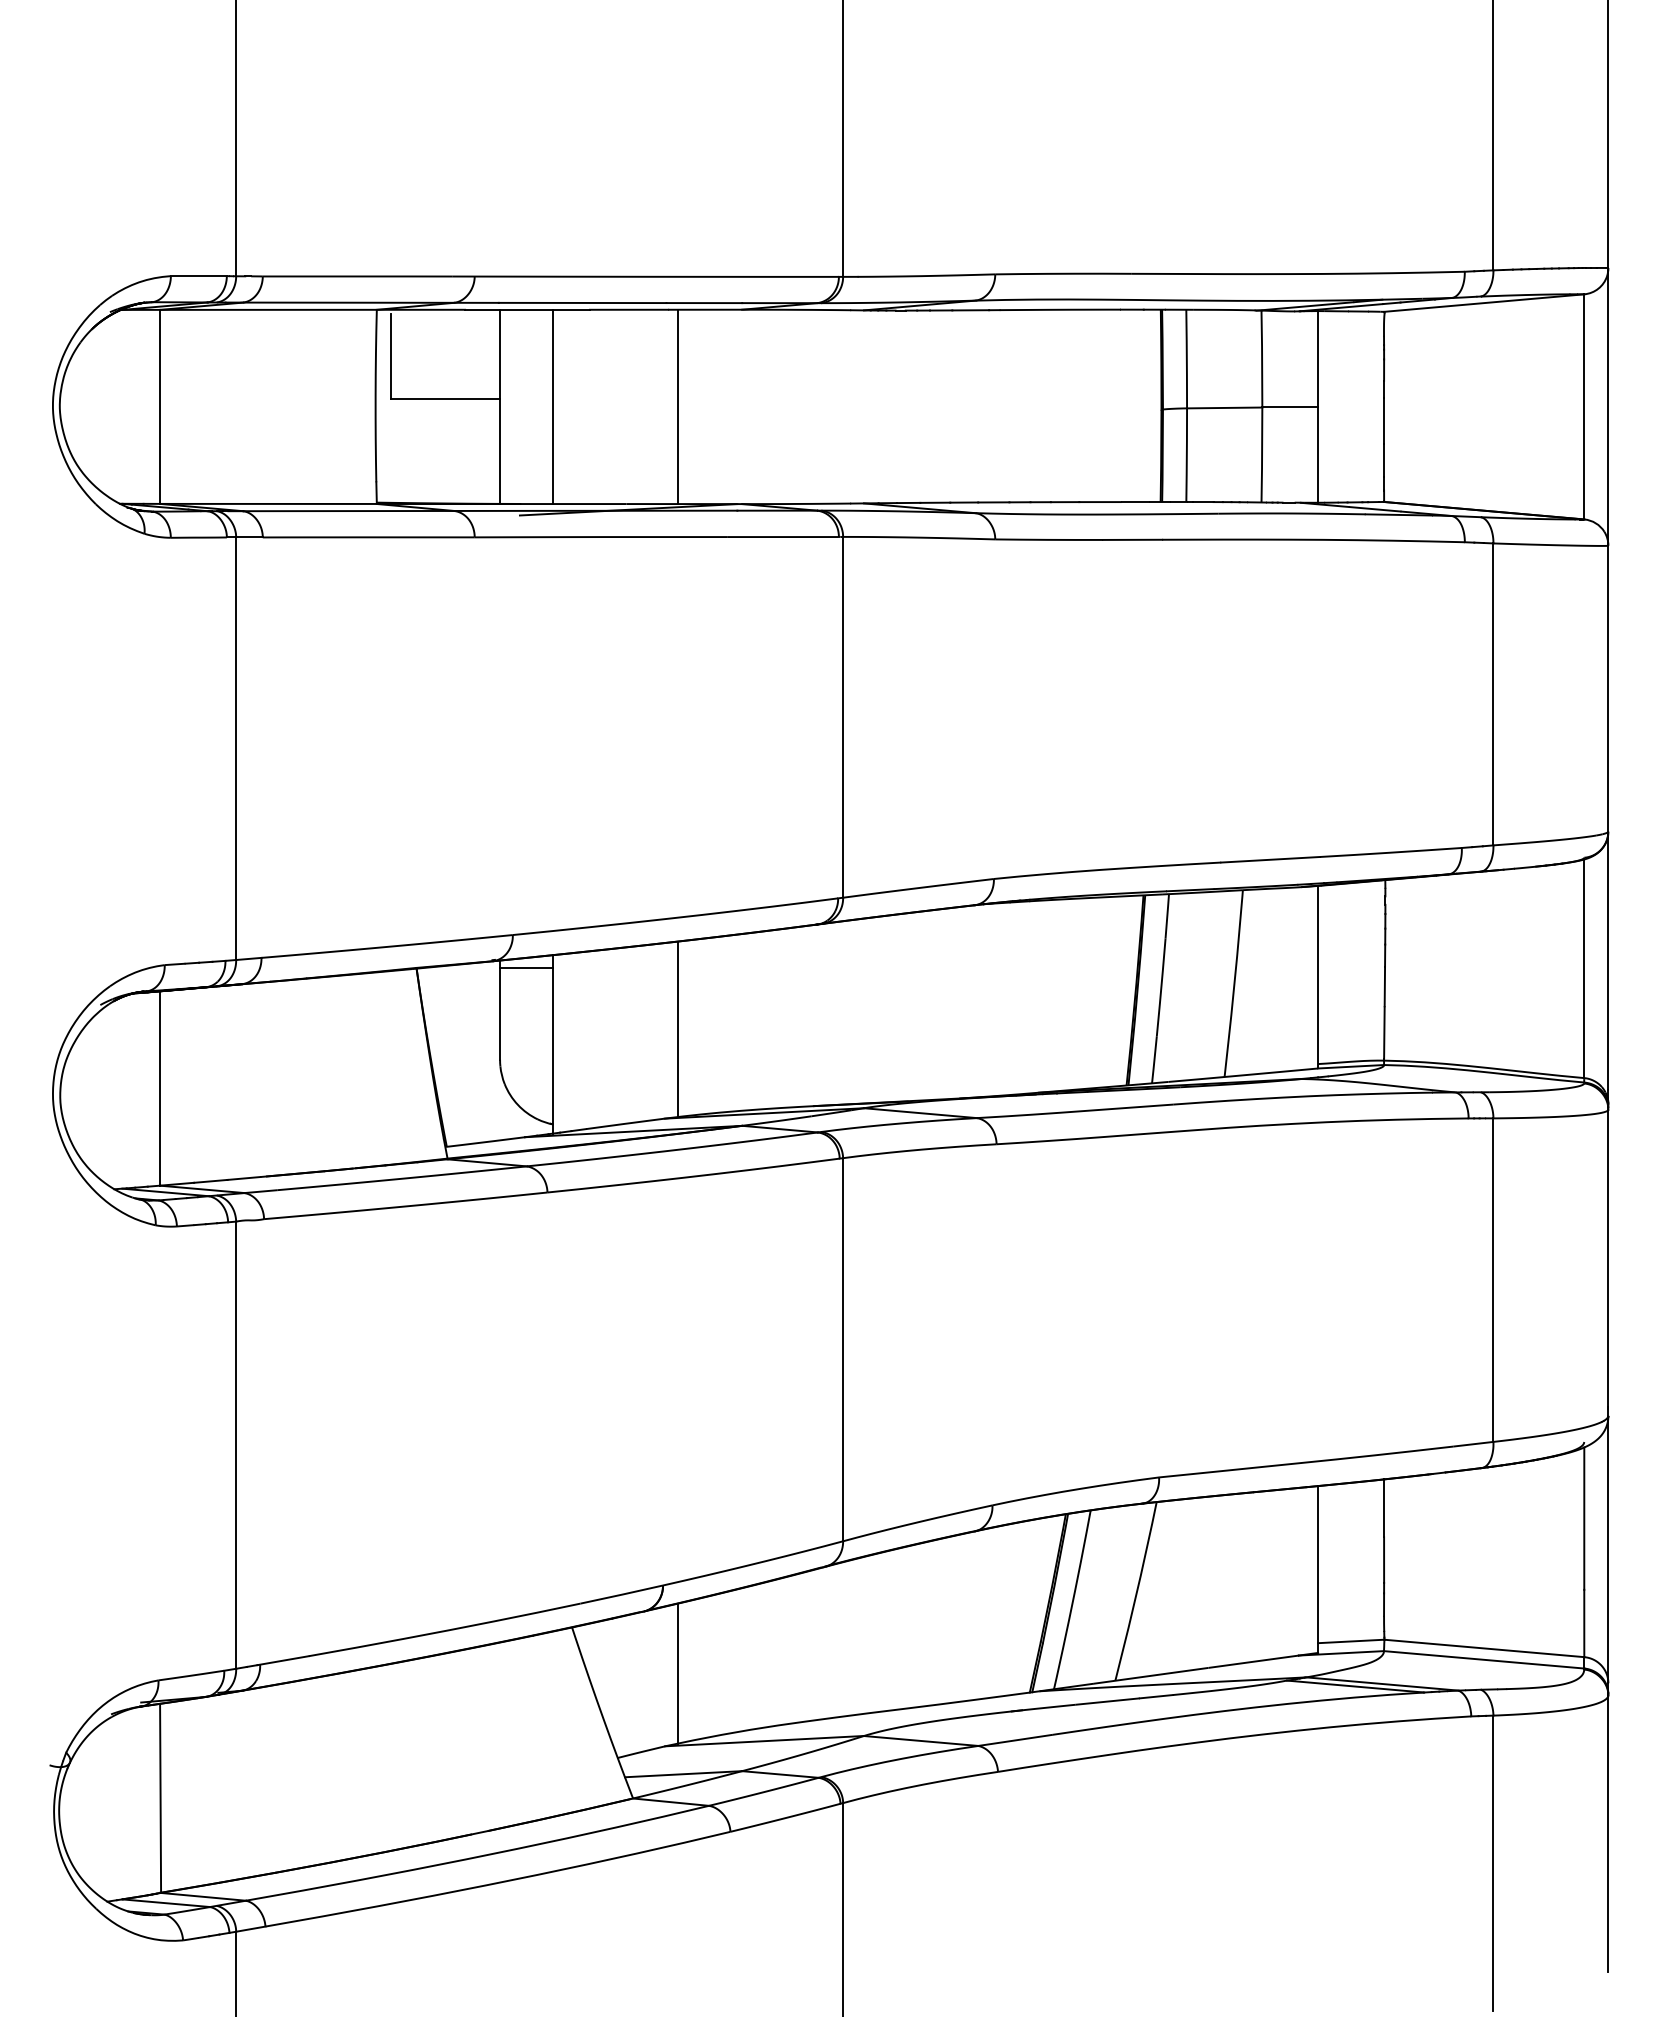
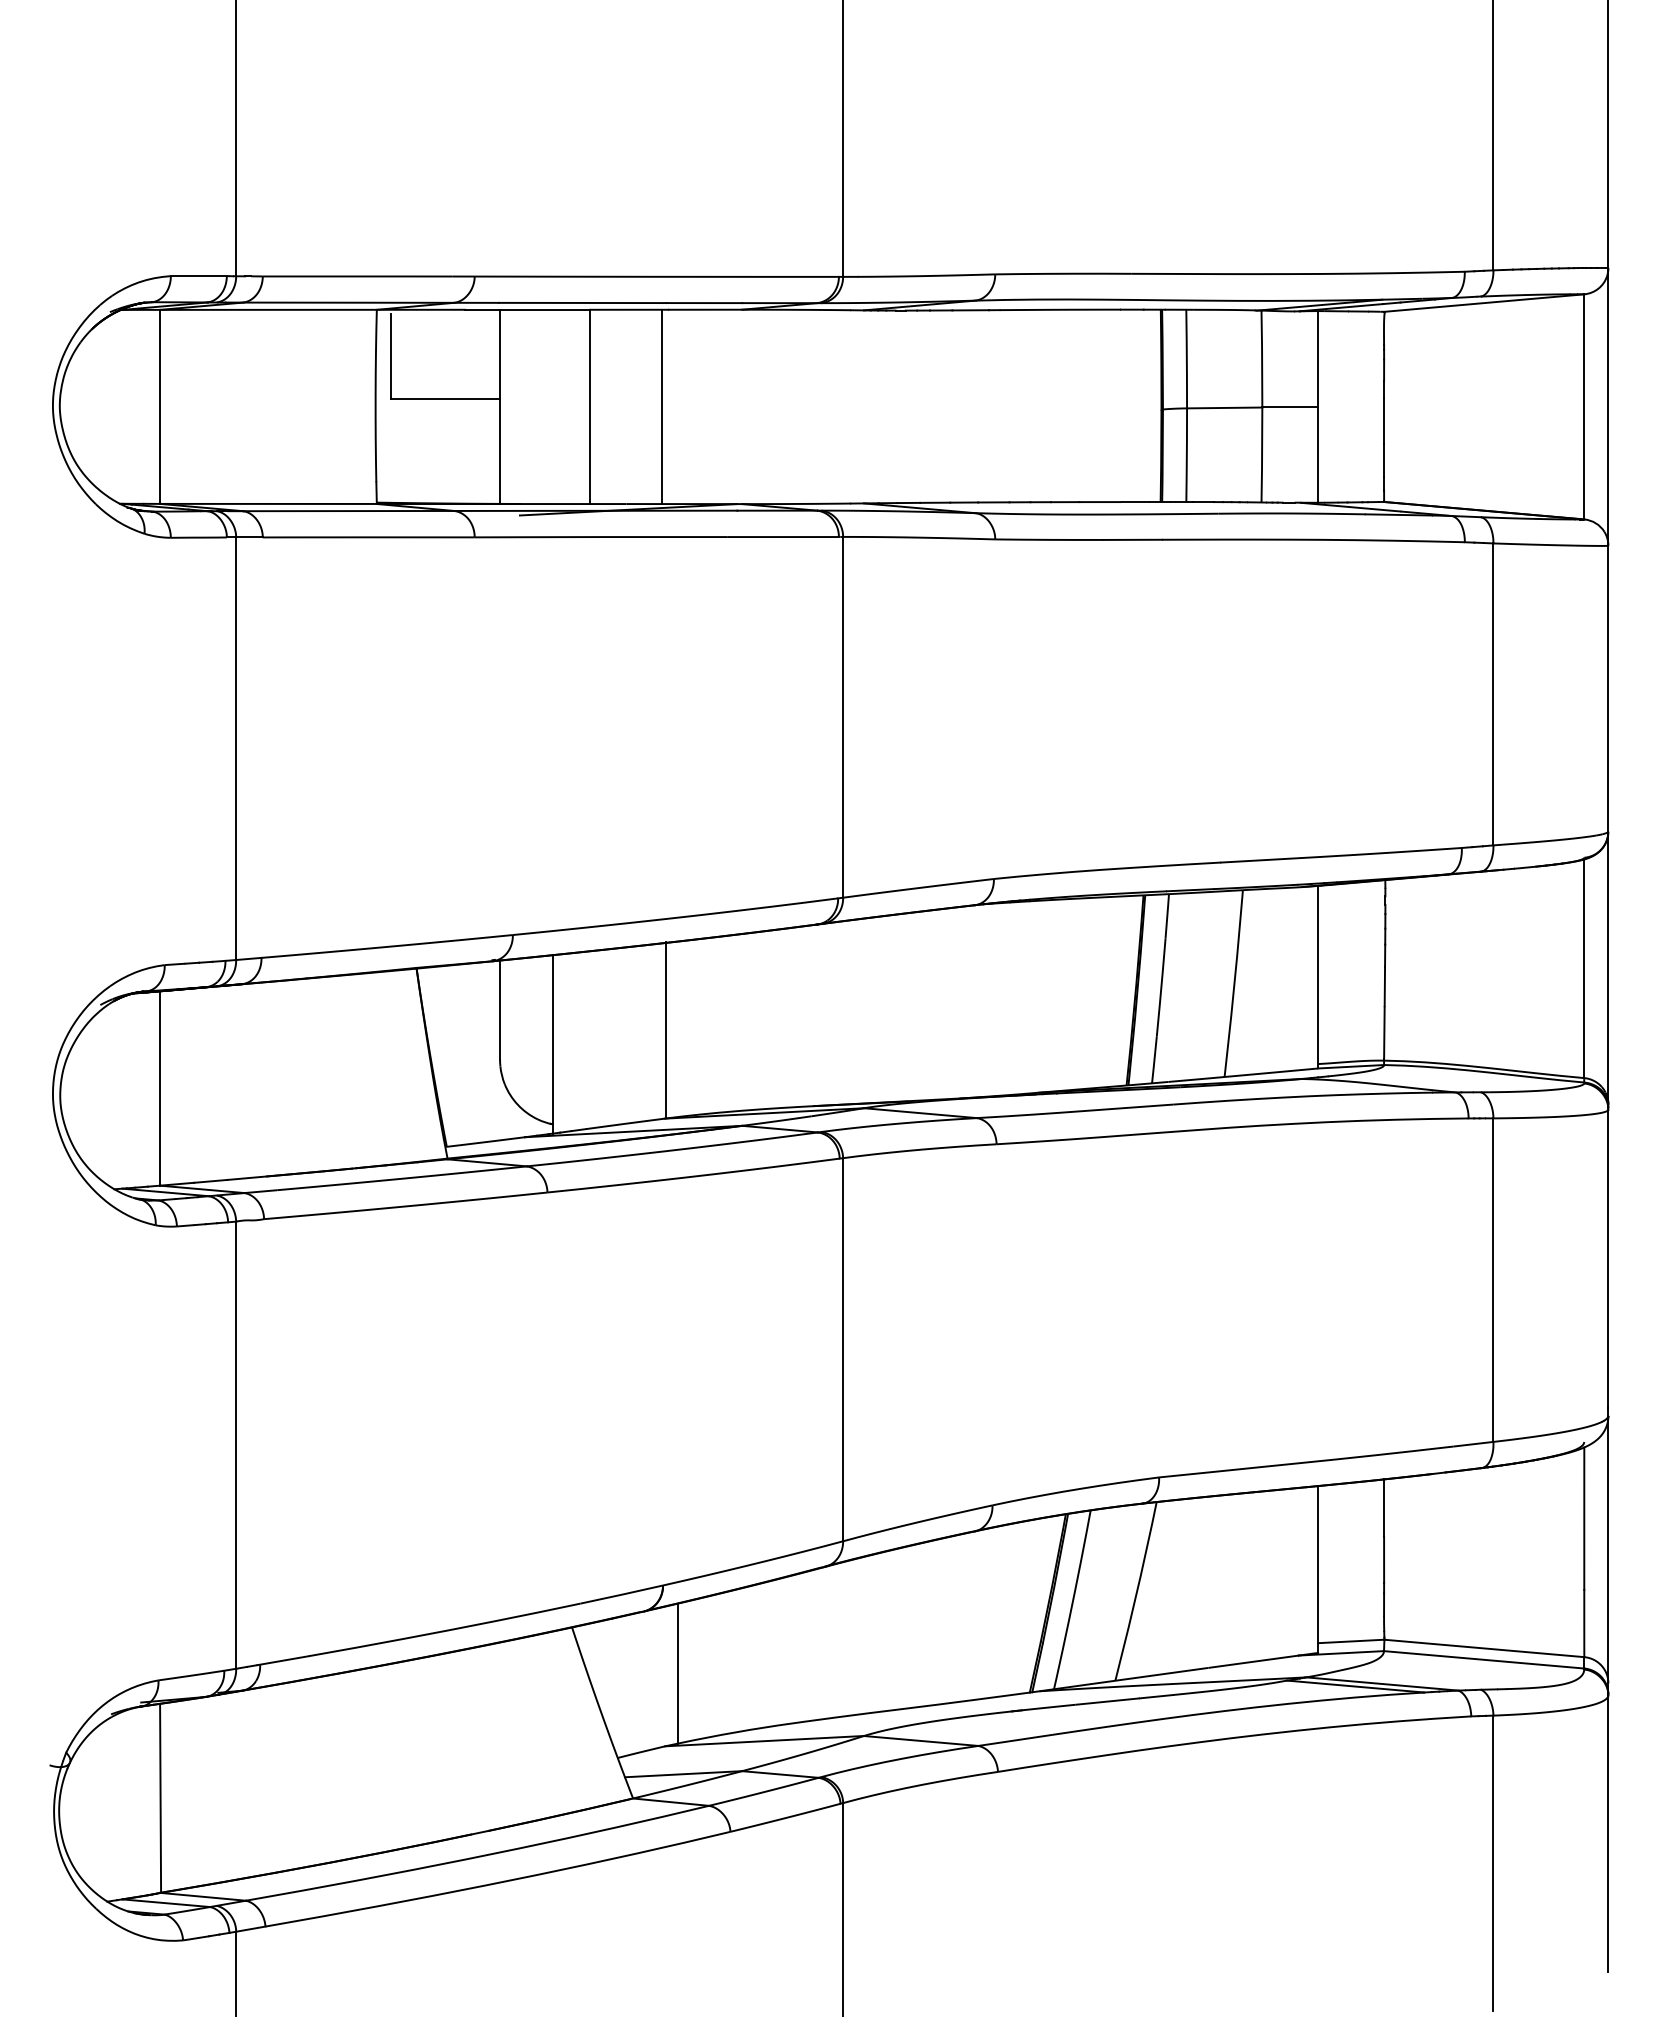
line at (552, 406) position: (552, 406) -> (589, 406)
line at (677, 406) position: (677, 406) -> (661, 406)
line at (526, 967): present -> none
line at (677, 1029) position: (677, 1029) -> (665, 1029)
